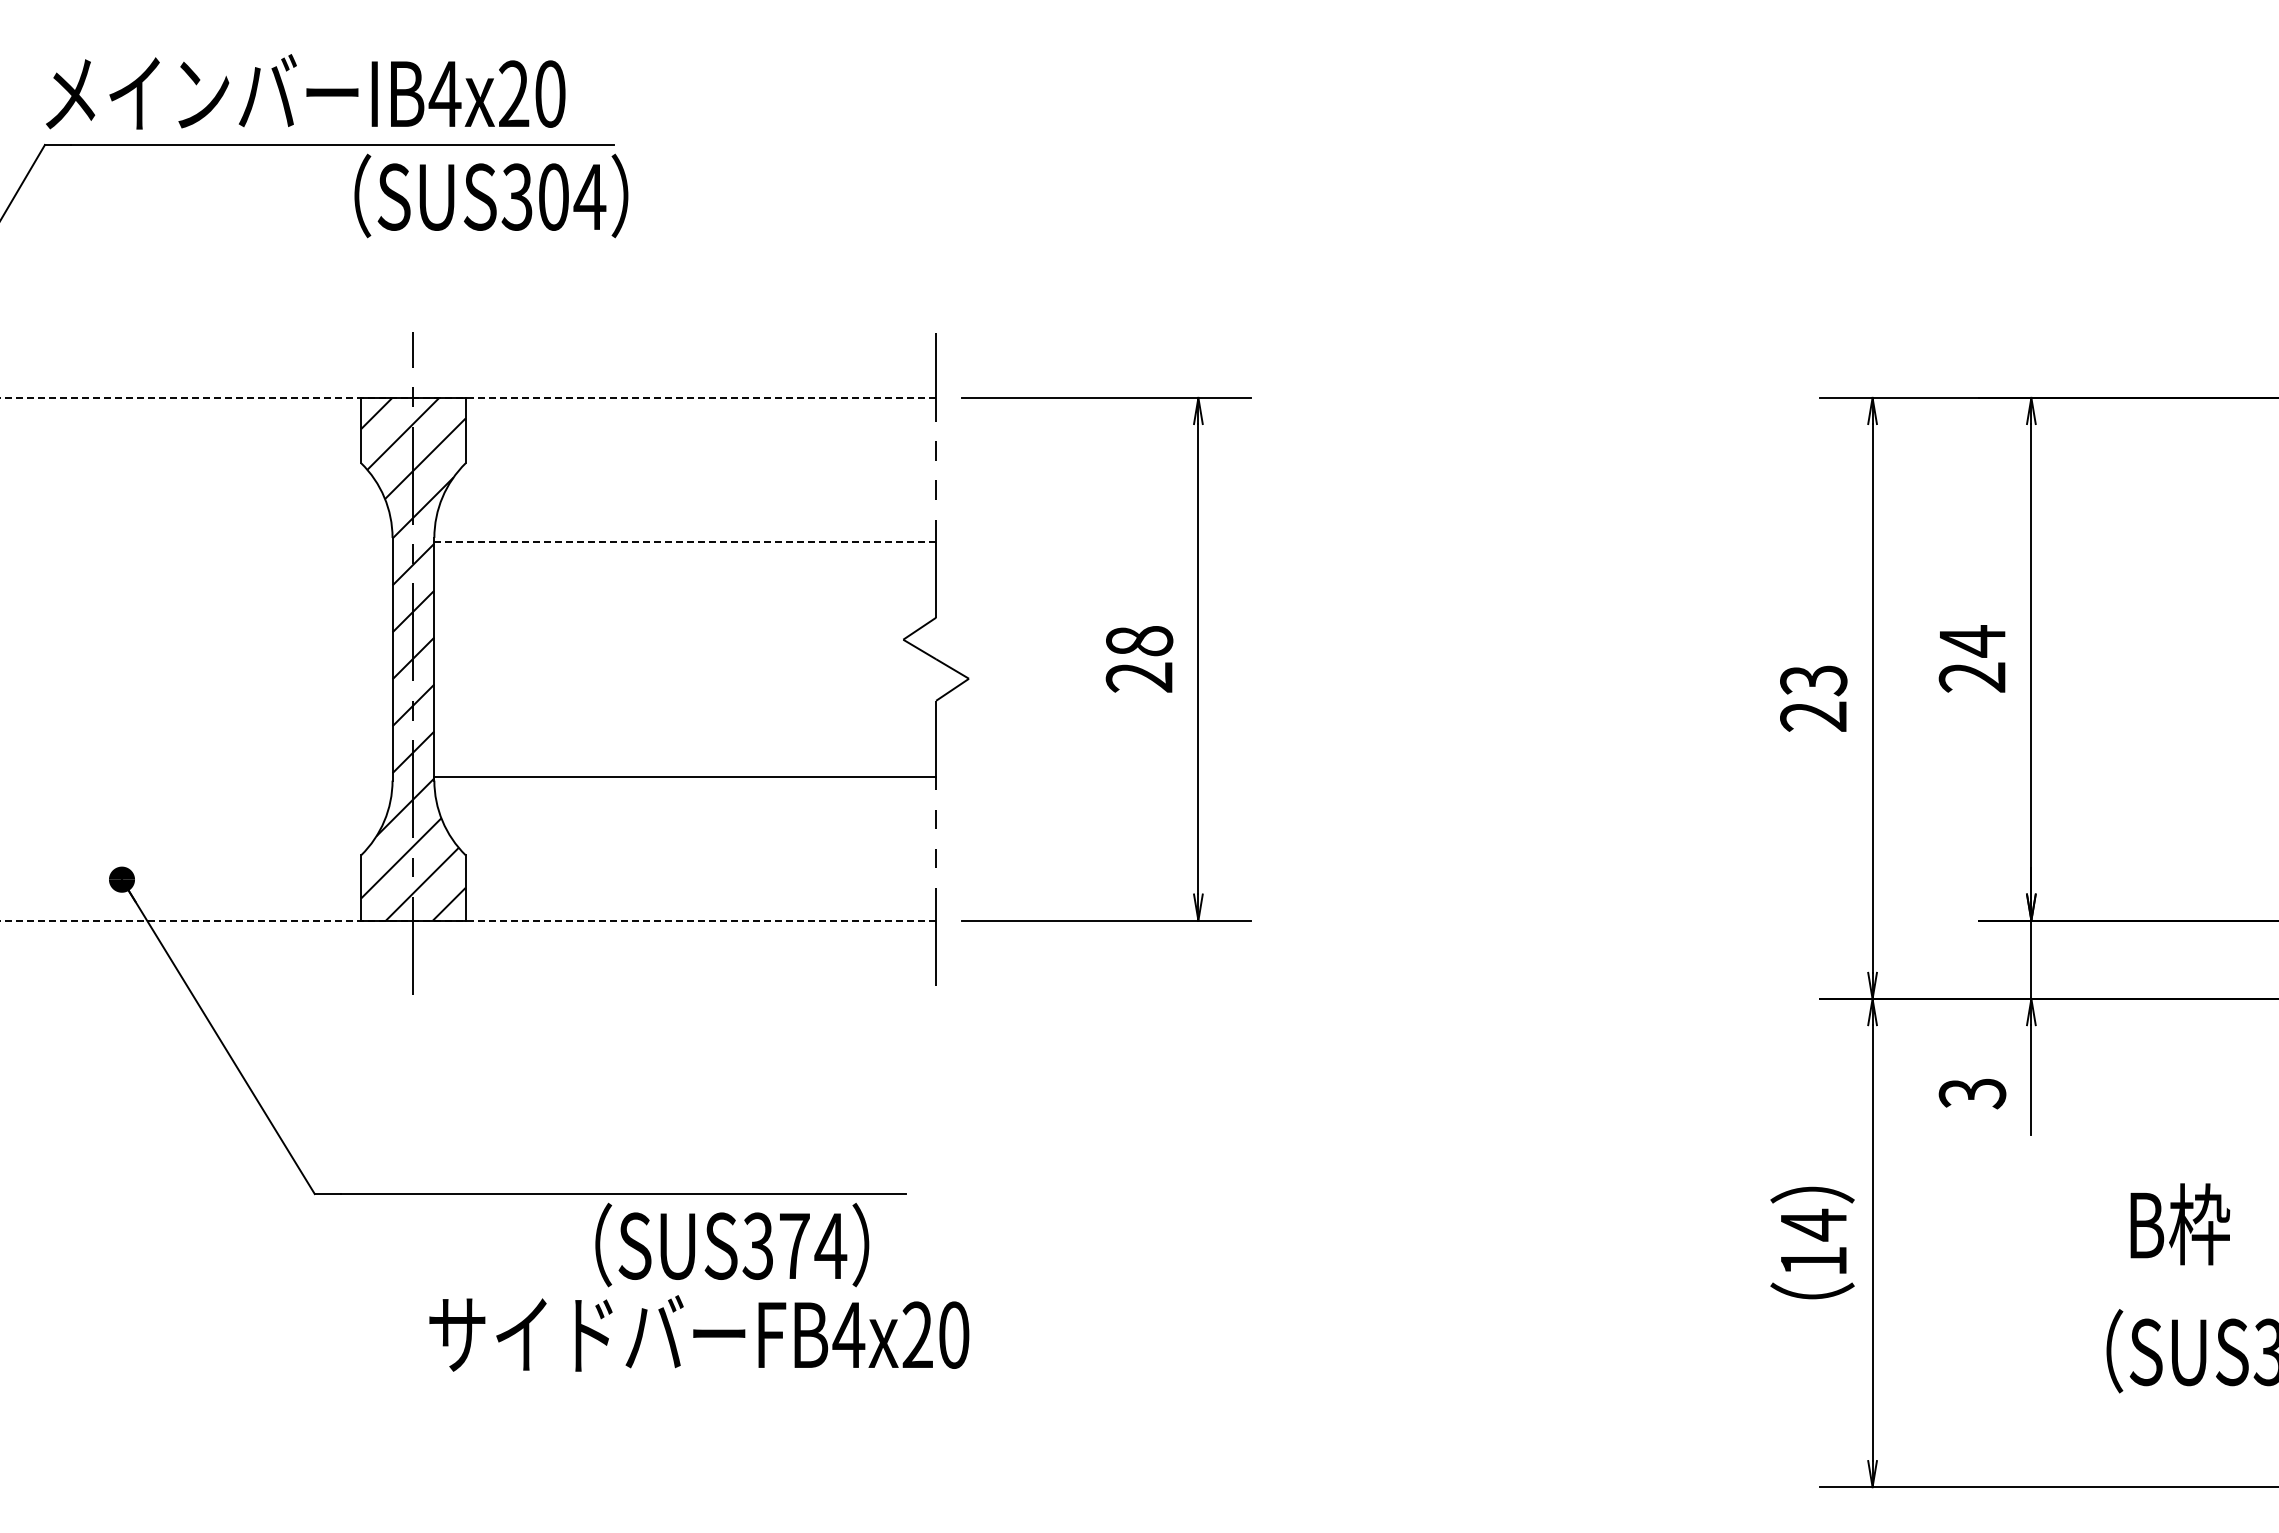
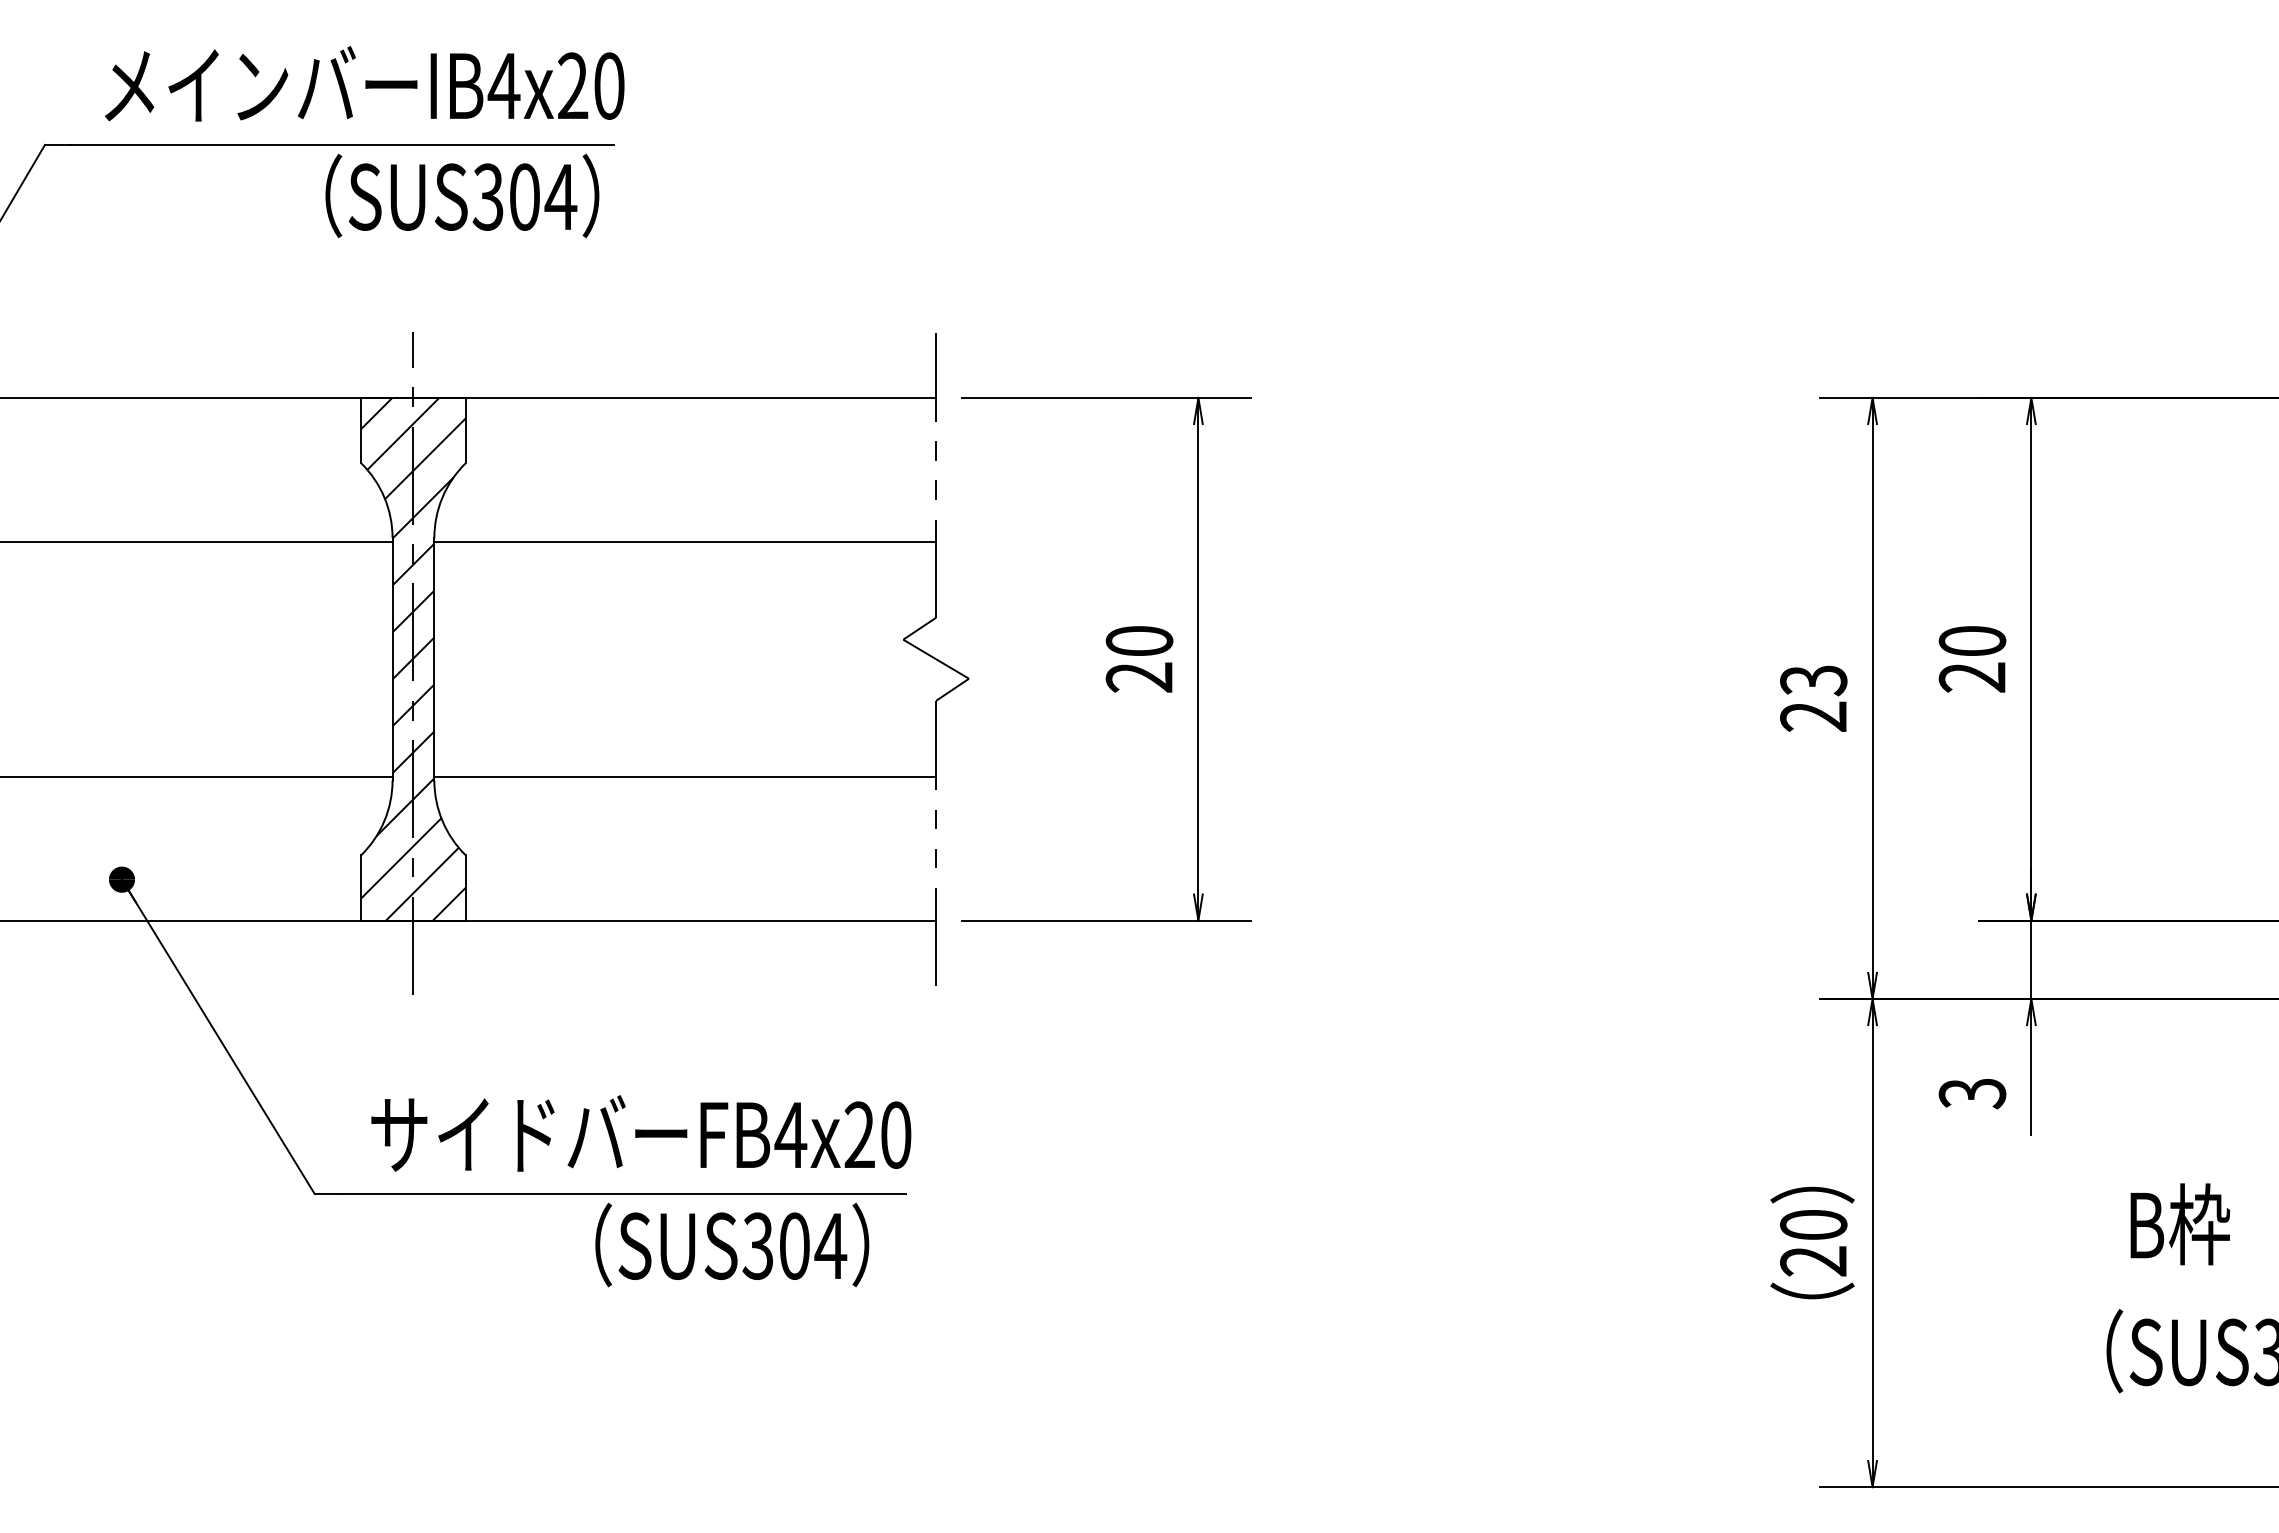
text at (305, 91) position: (305, 91) -> (364, 83)
text at (491, 195) position: (491, 195) -> (462, 195)
line at (468, 397): dashed -> solid
line at (197, 541): none -> present
line at (685, 541): dashed -> solid
text at (1139, 641): 28 -> 20
text at (1972, 641): 24 -> 20
line at (197, 776): none -> present
line at (468, 920): dashed -> solid
text at (1813, 1242): 14 -> 20
text at (794, 1245): SUS374 -> SUS304
text at (699, 1333) position: (699, 1333) -> (641, 1133)
